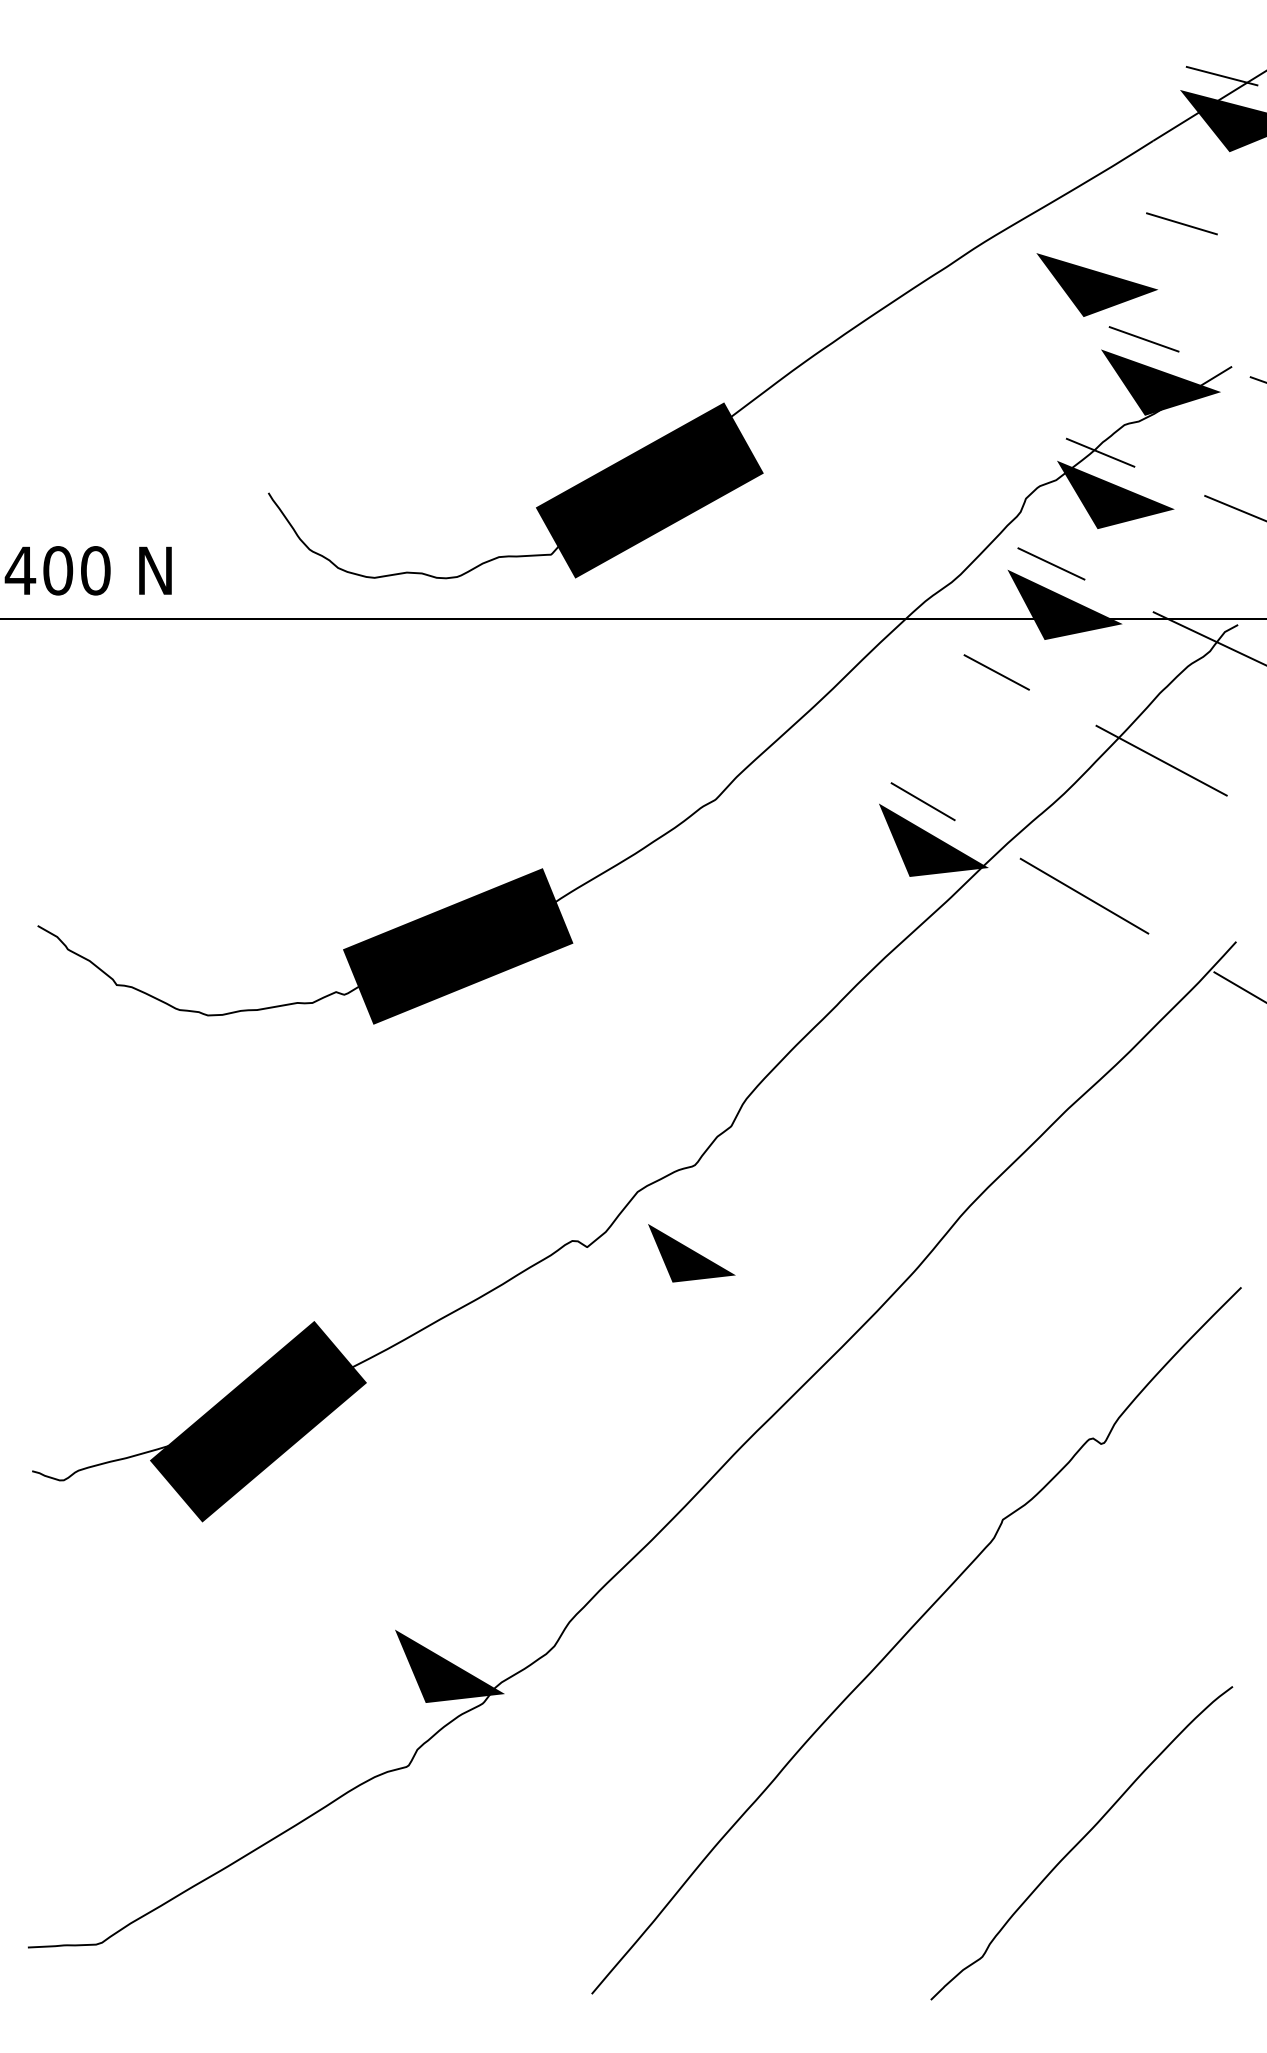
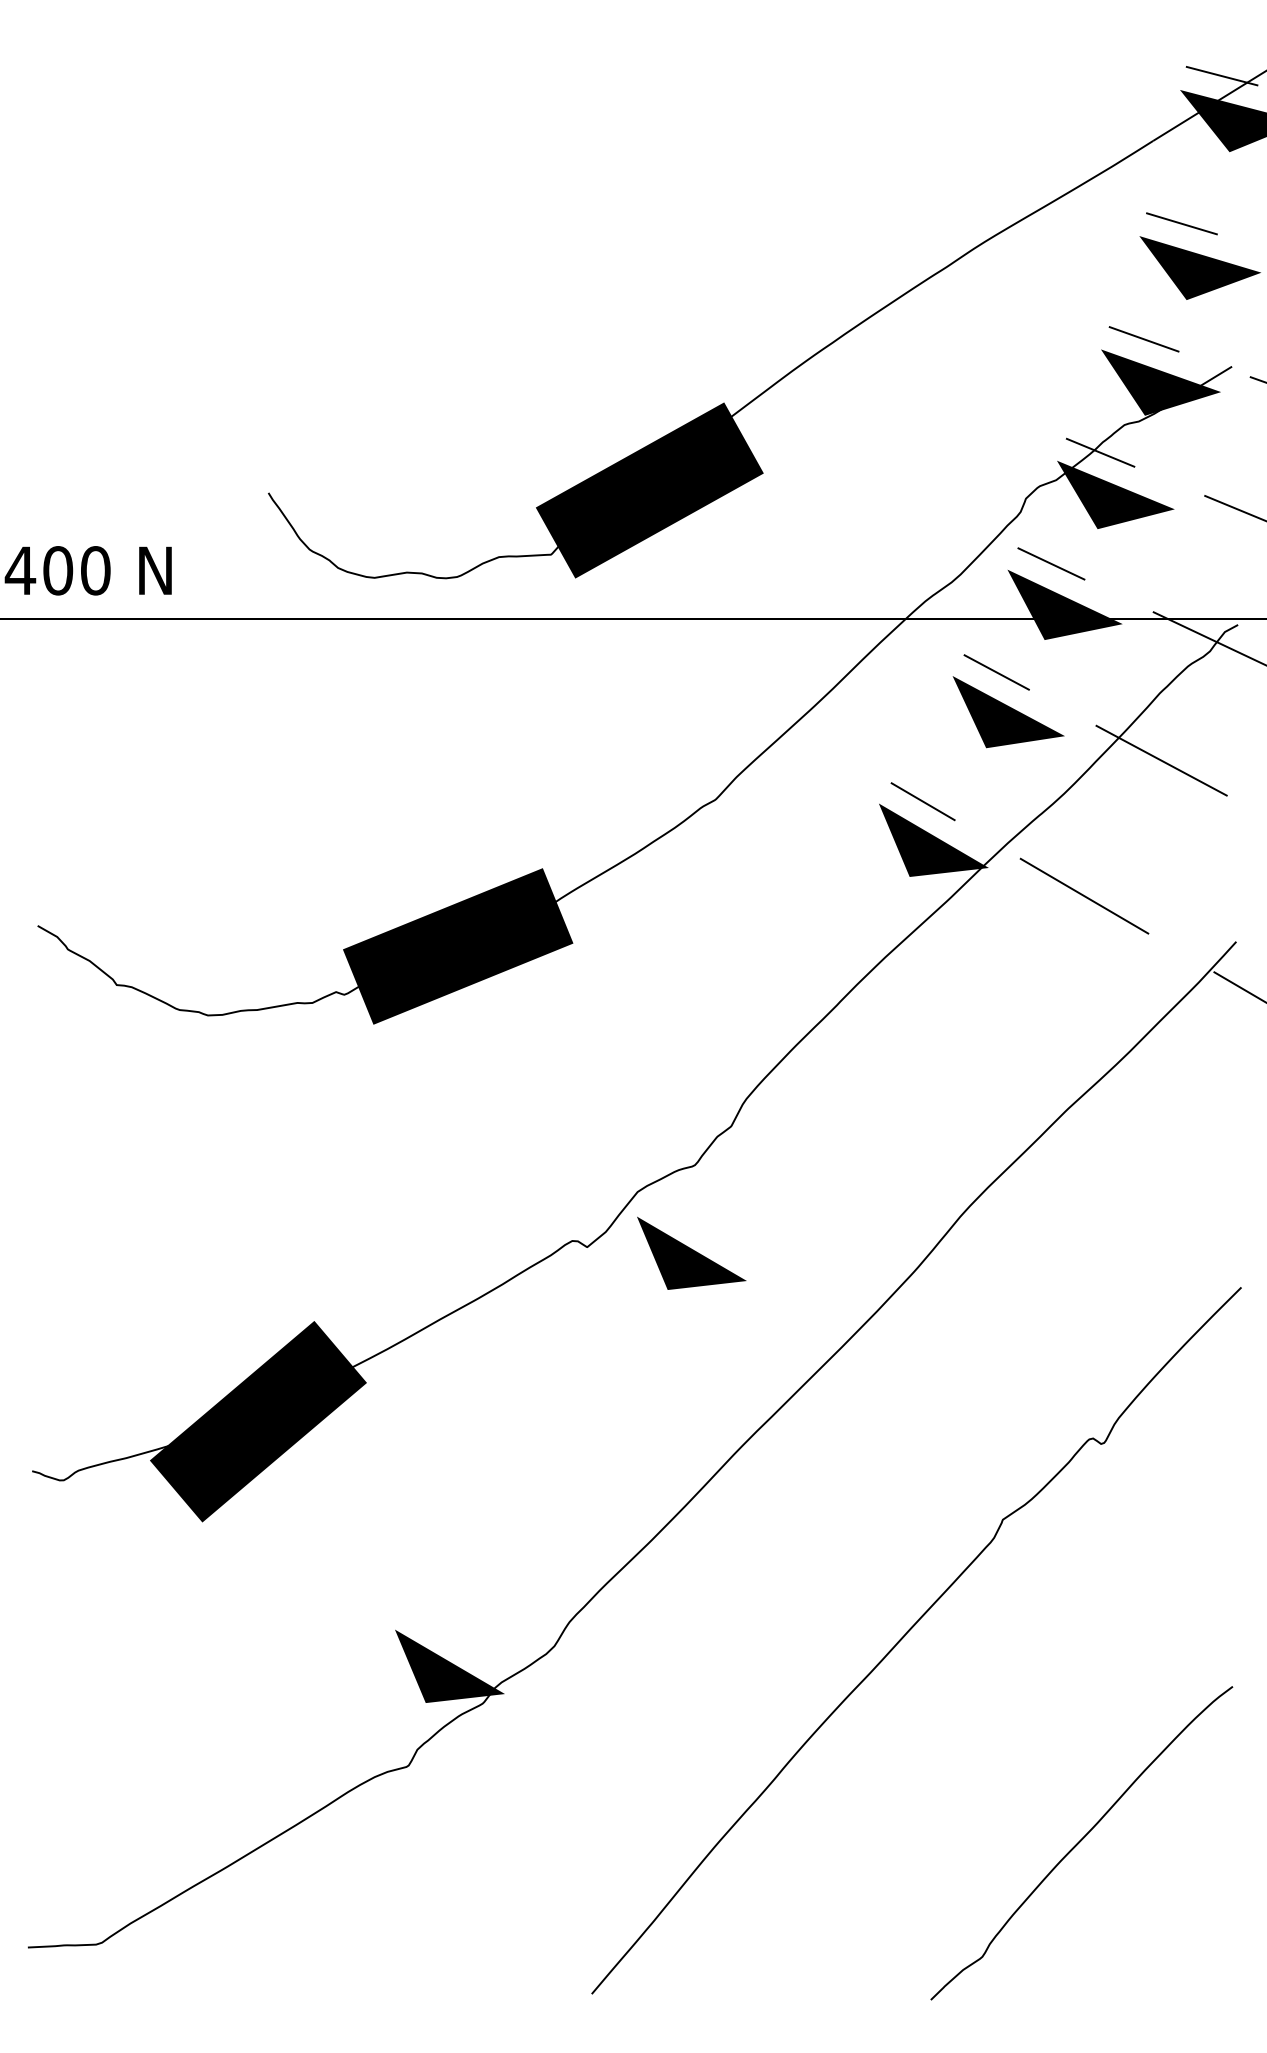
part at (1096, 284) position: (1096, 284) -> (1199, 267)
part at (1008, 712): none -> present
part at (691, 1253) size: 88x59 px -> 110x74 px
